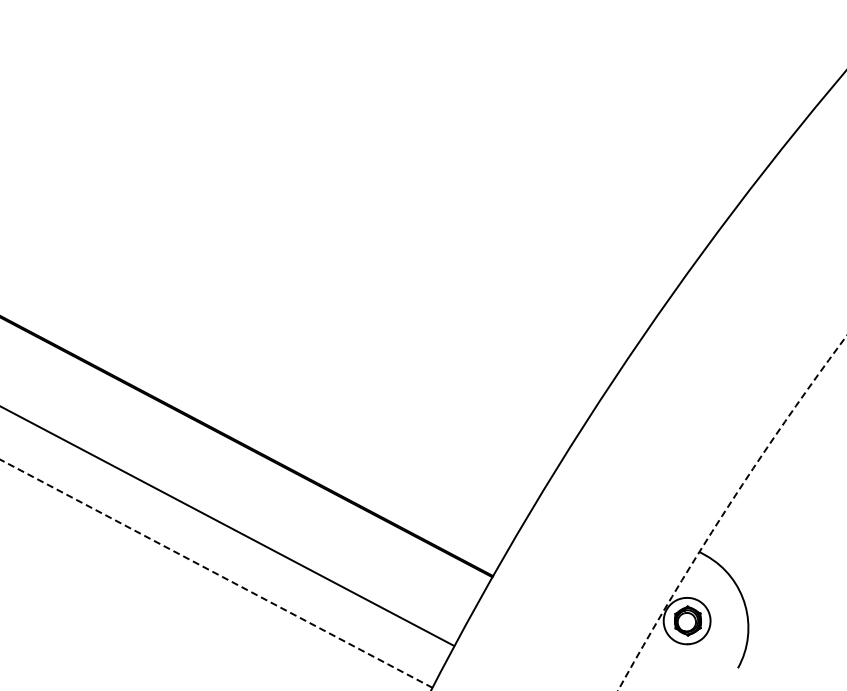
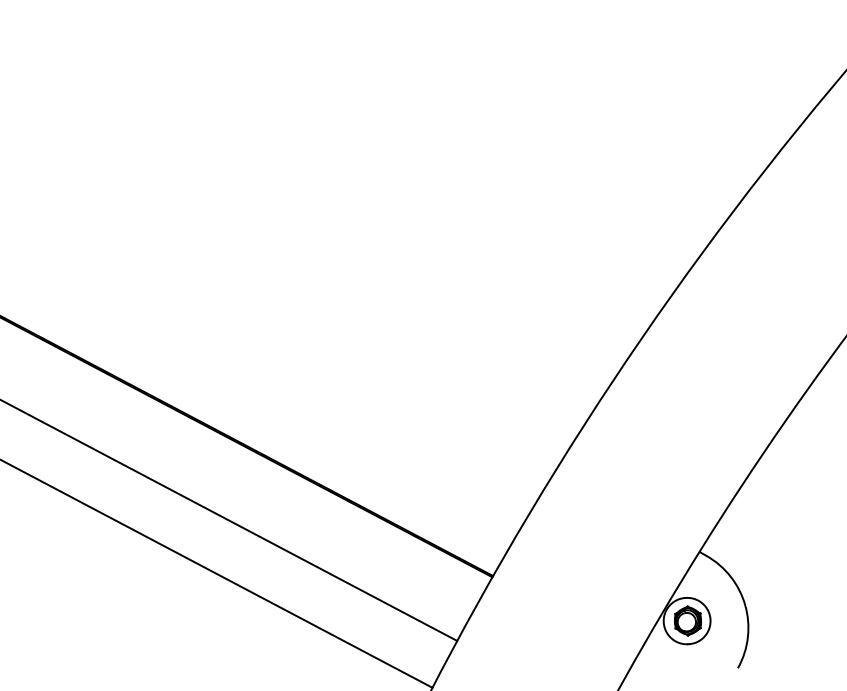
circle at (732, 512): dashed -> solid
line at (228, 526) position: (228, 526) -> (229, 520)
line at (216, 573): dashed -> solid
